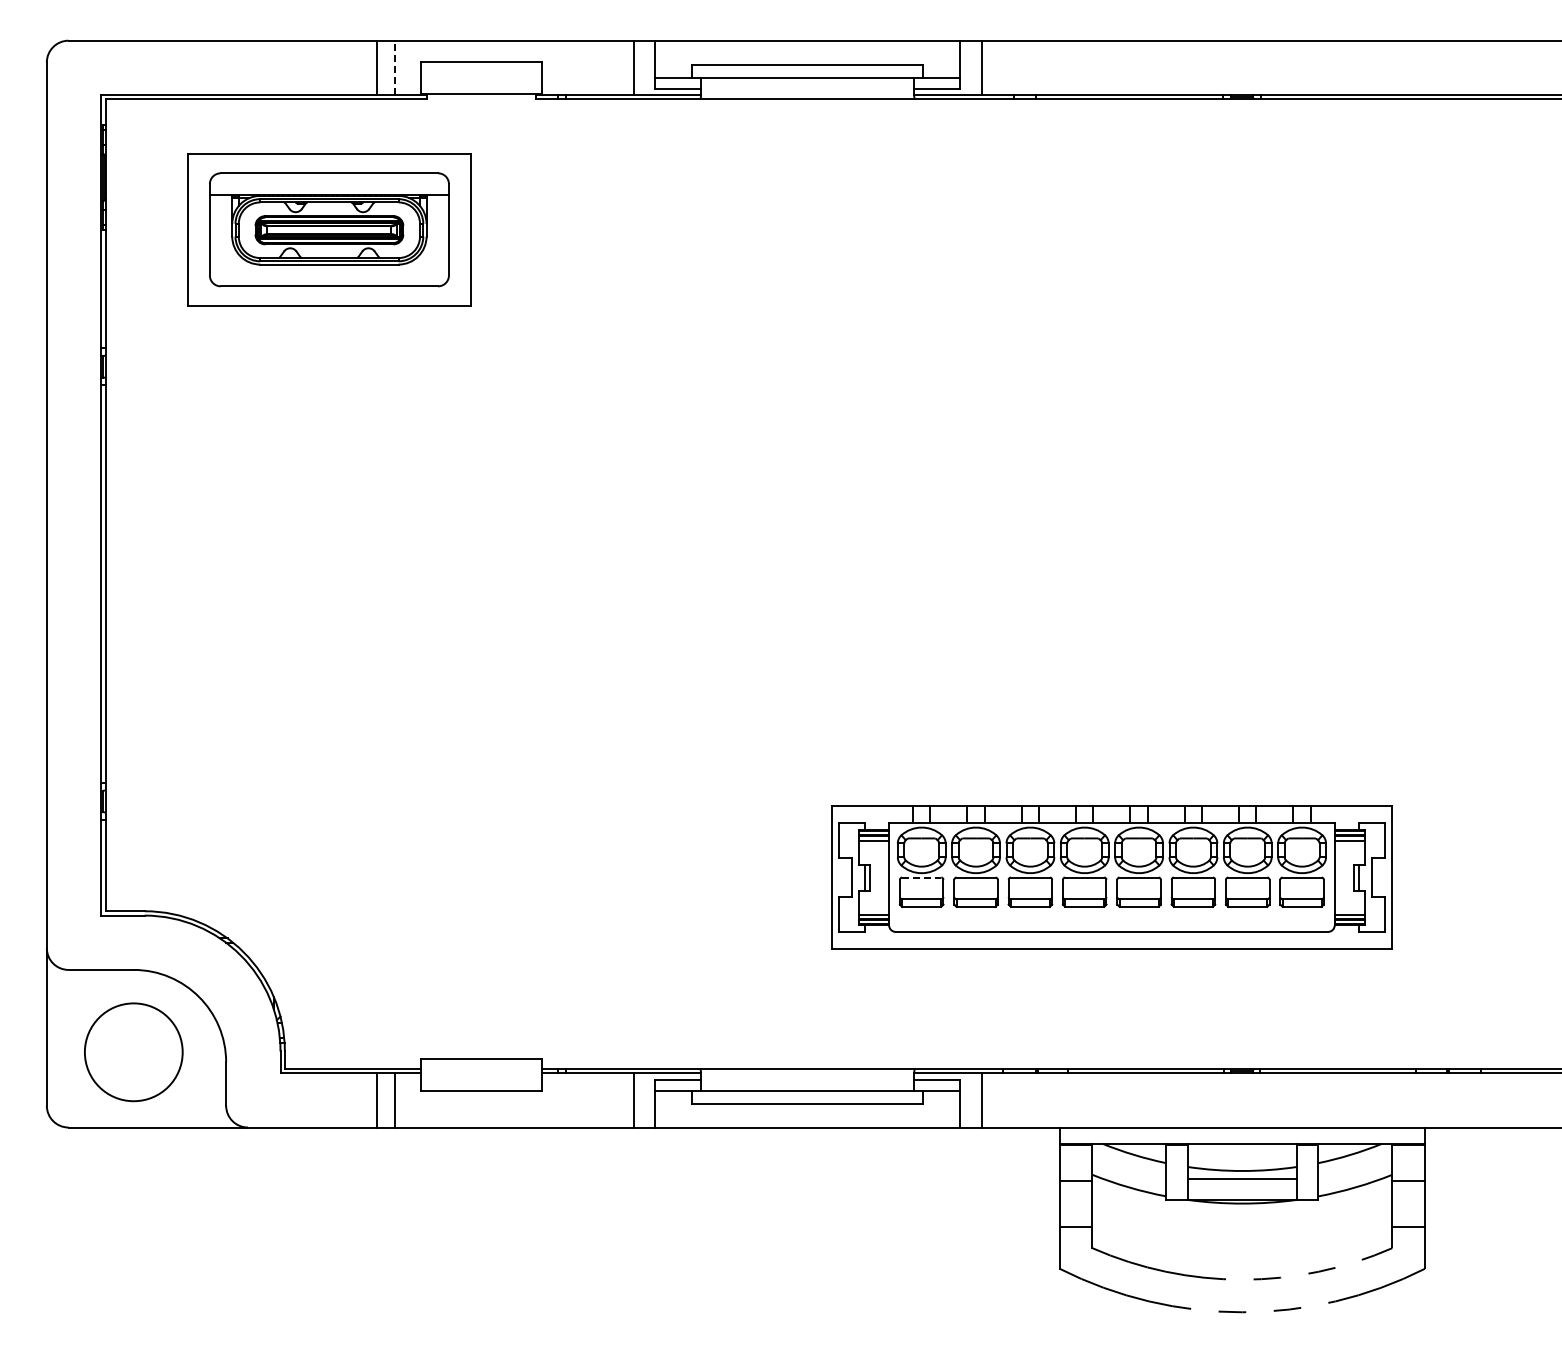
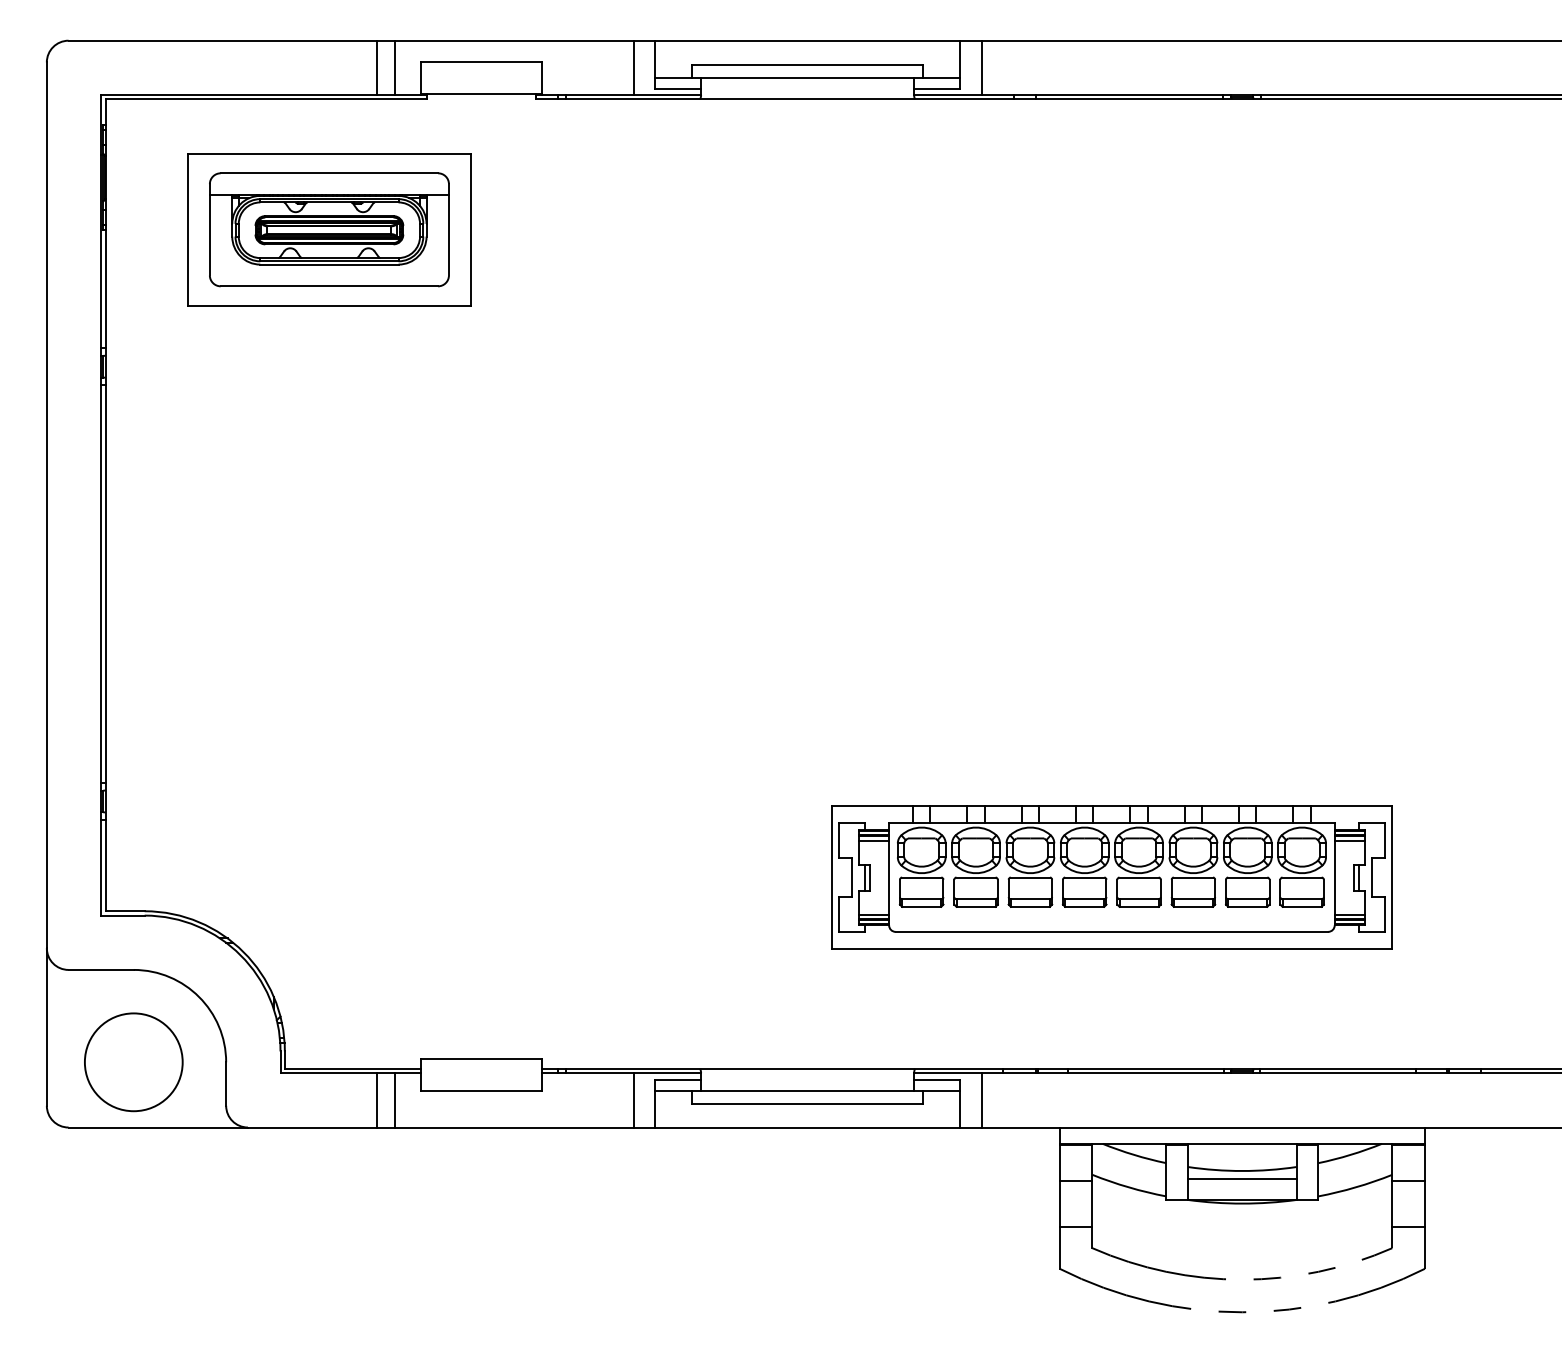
line at (394, 67): dashed -> solid
line at (921, 877): dashed -> solid
circle at (133, 1052) position: (133, 1052) -> (133, 1062)
